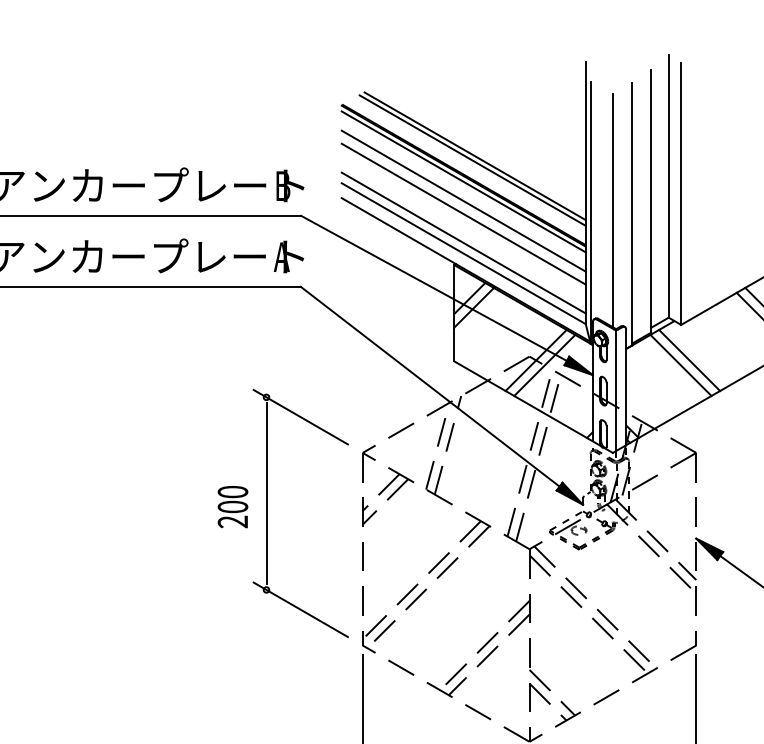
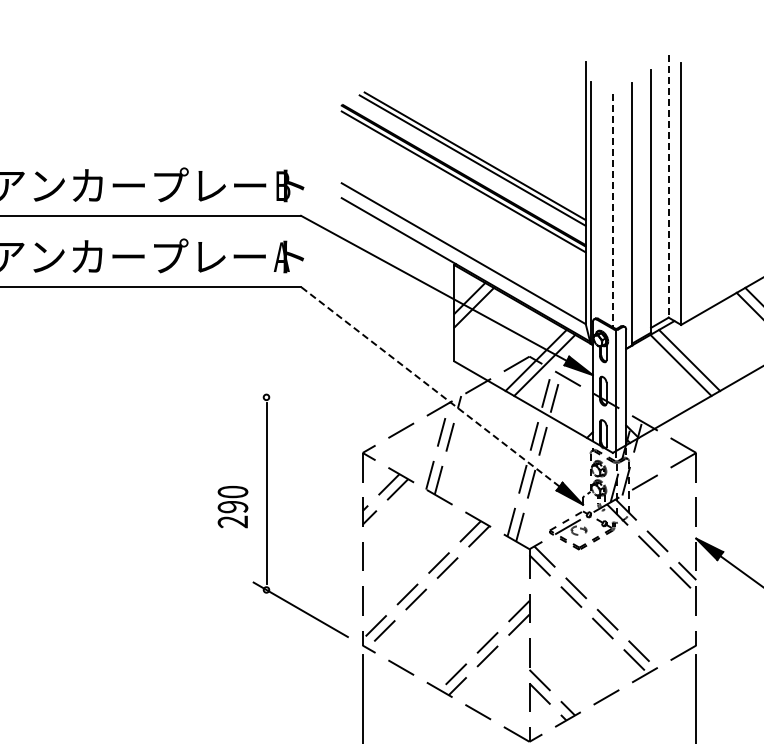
line at (668, 187): solid -> dashed
line at (463, 200): present -> none
line at (612, 211): solid -> dashed
line at (463, 213): present -> none
line at (463, 242): present -> none
line at (429, 386): solid -> dashed
line at (300, 416): present -> none
text at (232, 506): 200 -> 290
